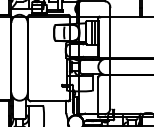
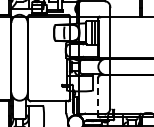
line at (98, 96): solid -> dashed
